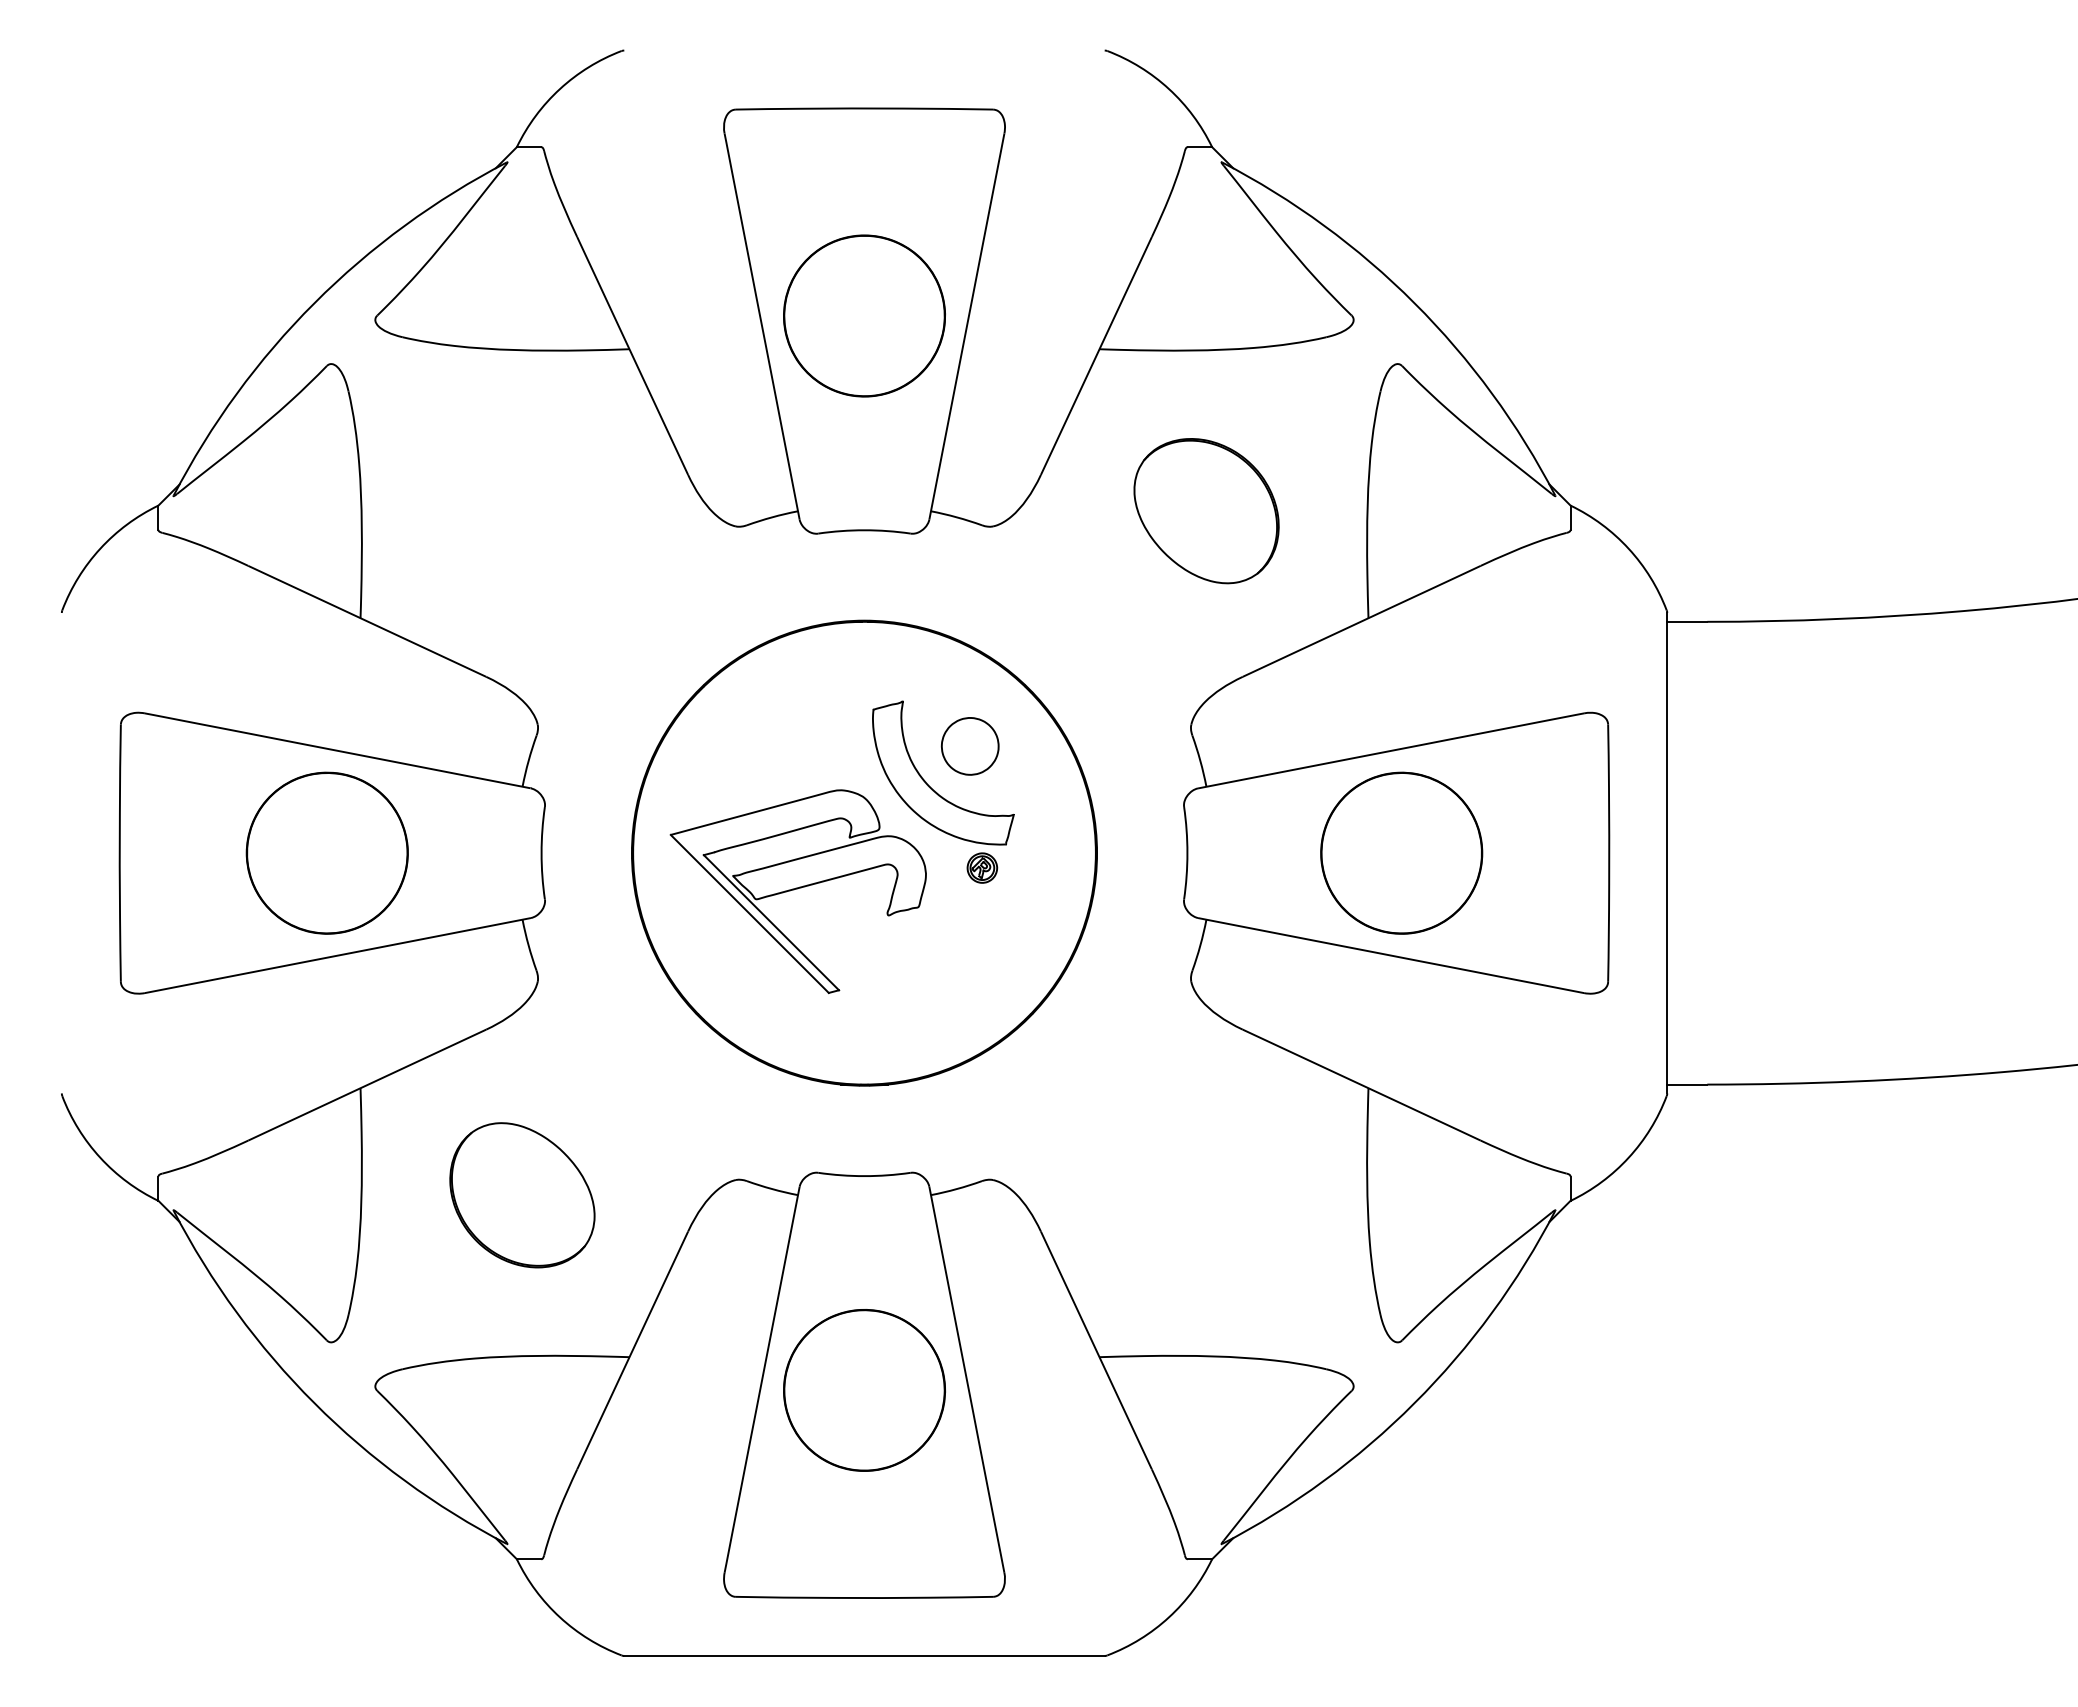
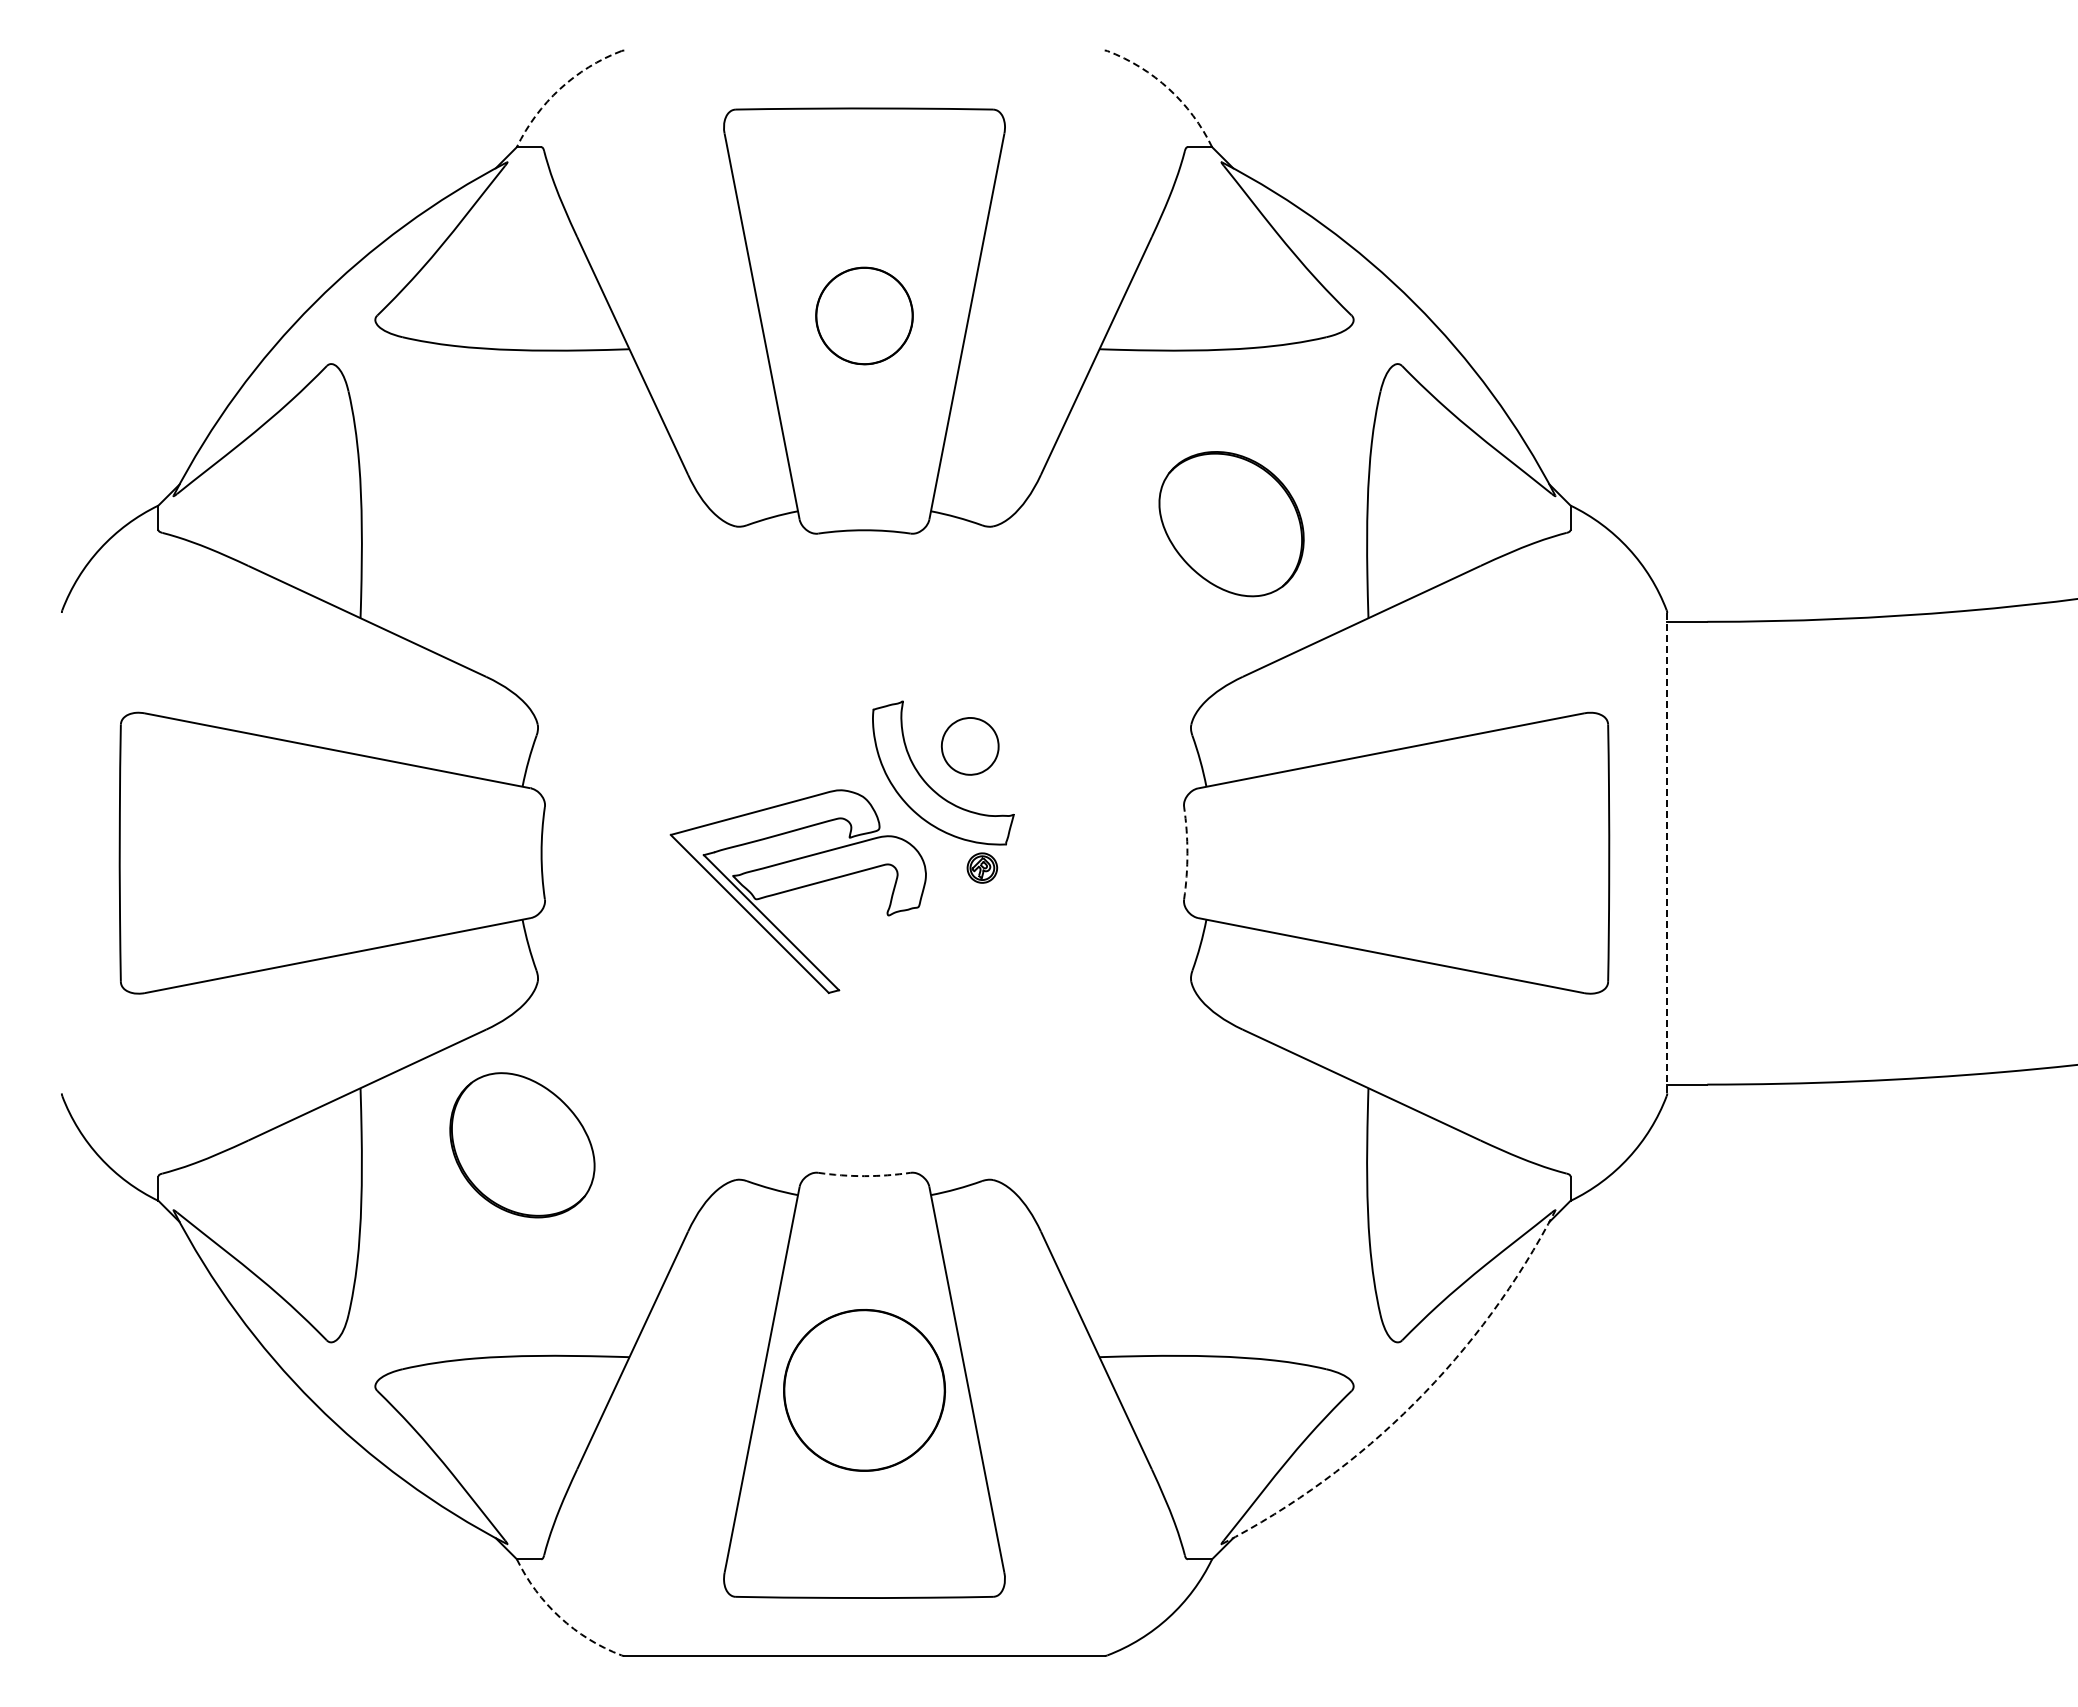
arc at (560, 89): solid -> dashed
arc at (1169, 89): solid -> dashed
part at (864, 315) size: 163x164 px -> 99x100 px
part at (1206, 511) position: (1206, 511) -> (1231, 524)
part at (326, 852): present -> none
circle at (864, 852): present -> none
part at (1401, 852): present -> none
line at (1667, 852): solid -> dashed
arc at (1187, 853): solid -> dashed
arc at (864, 1176): solid -> dashed
part at (522, 1195) position: (522, 1195) -> (522, 1145)
arc at (1414, 1403): solid -> dashed
arc at (560, 1617): solid -> dashed
